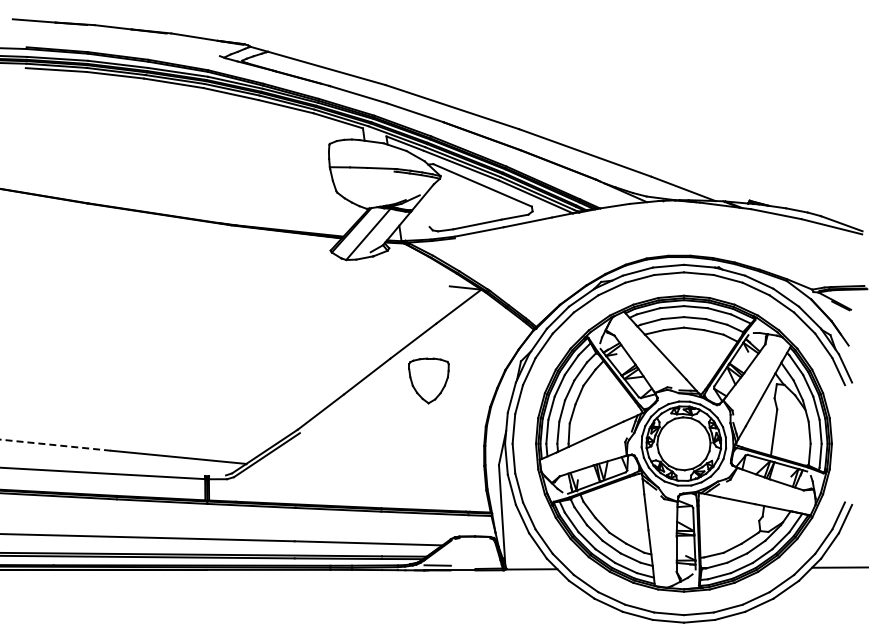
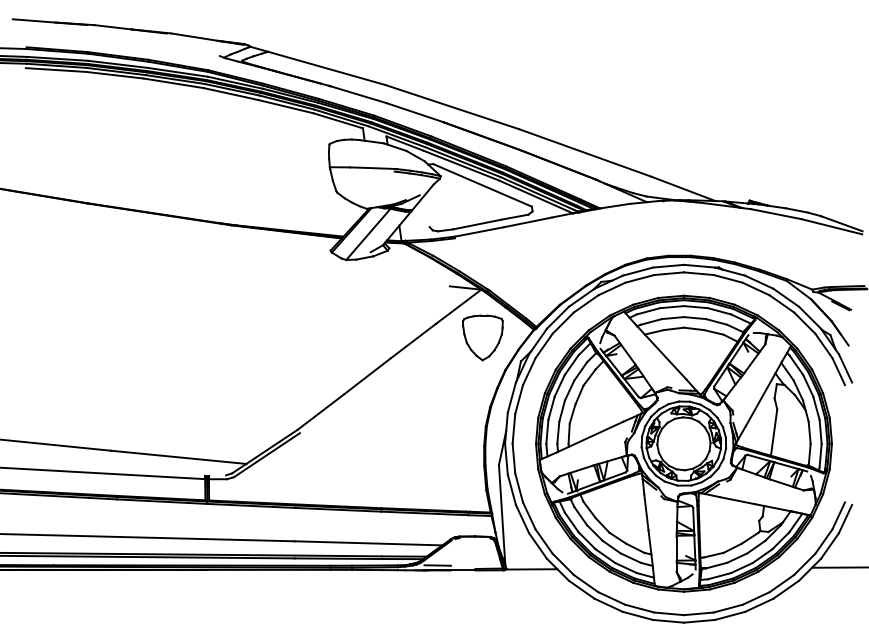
part at (428, 380) position: (428, 380) -> (482, 337)
line at (55, 445): dashed -> solid
